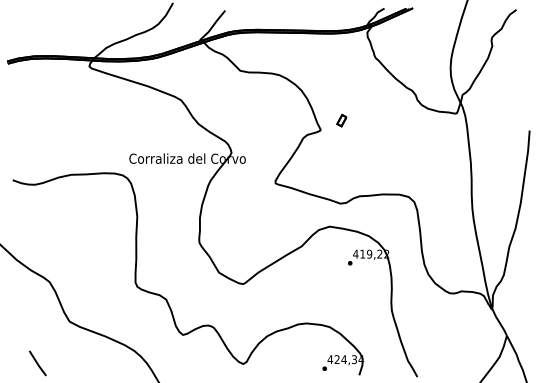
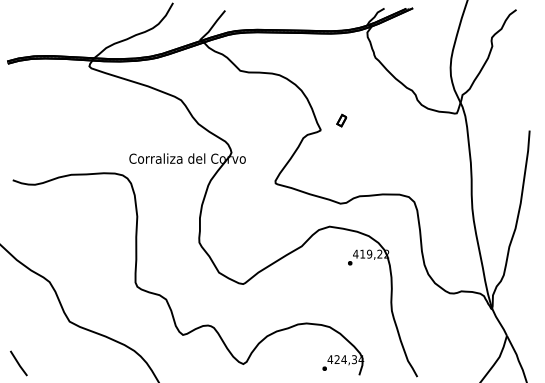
line at (37, 363) position: (37, 363) -> (18, 363)
